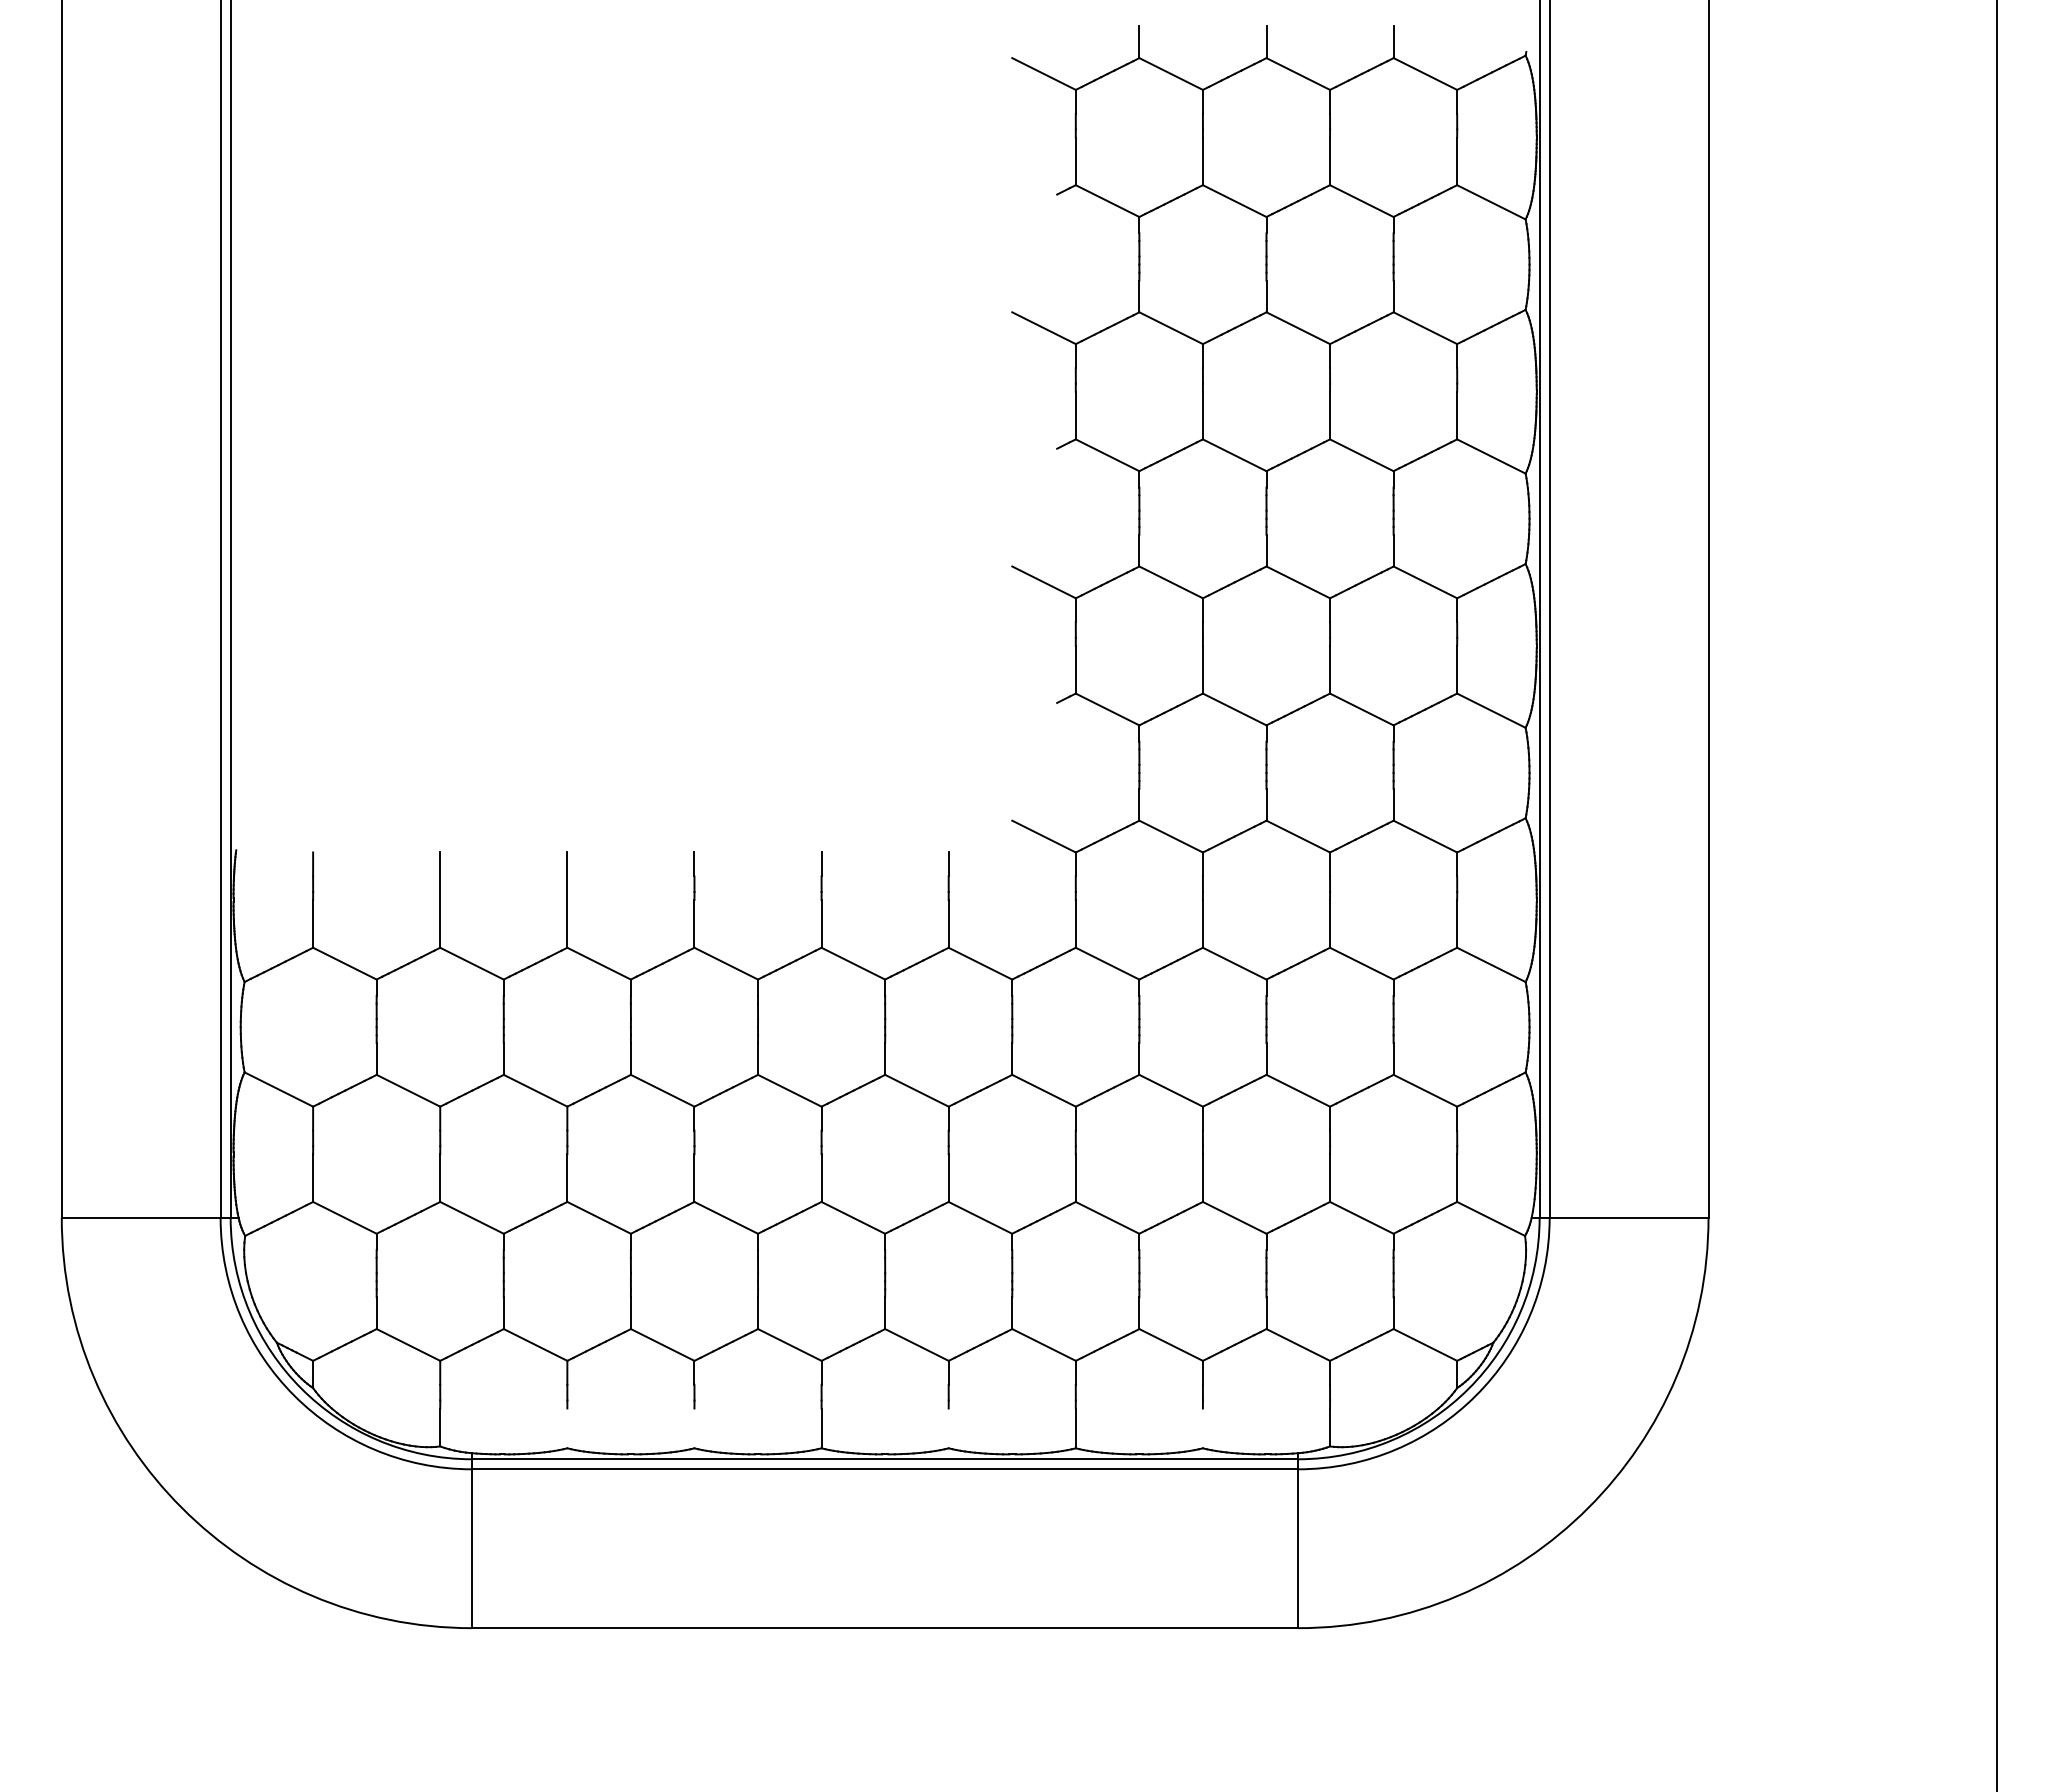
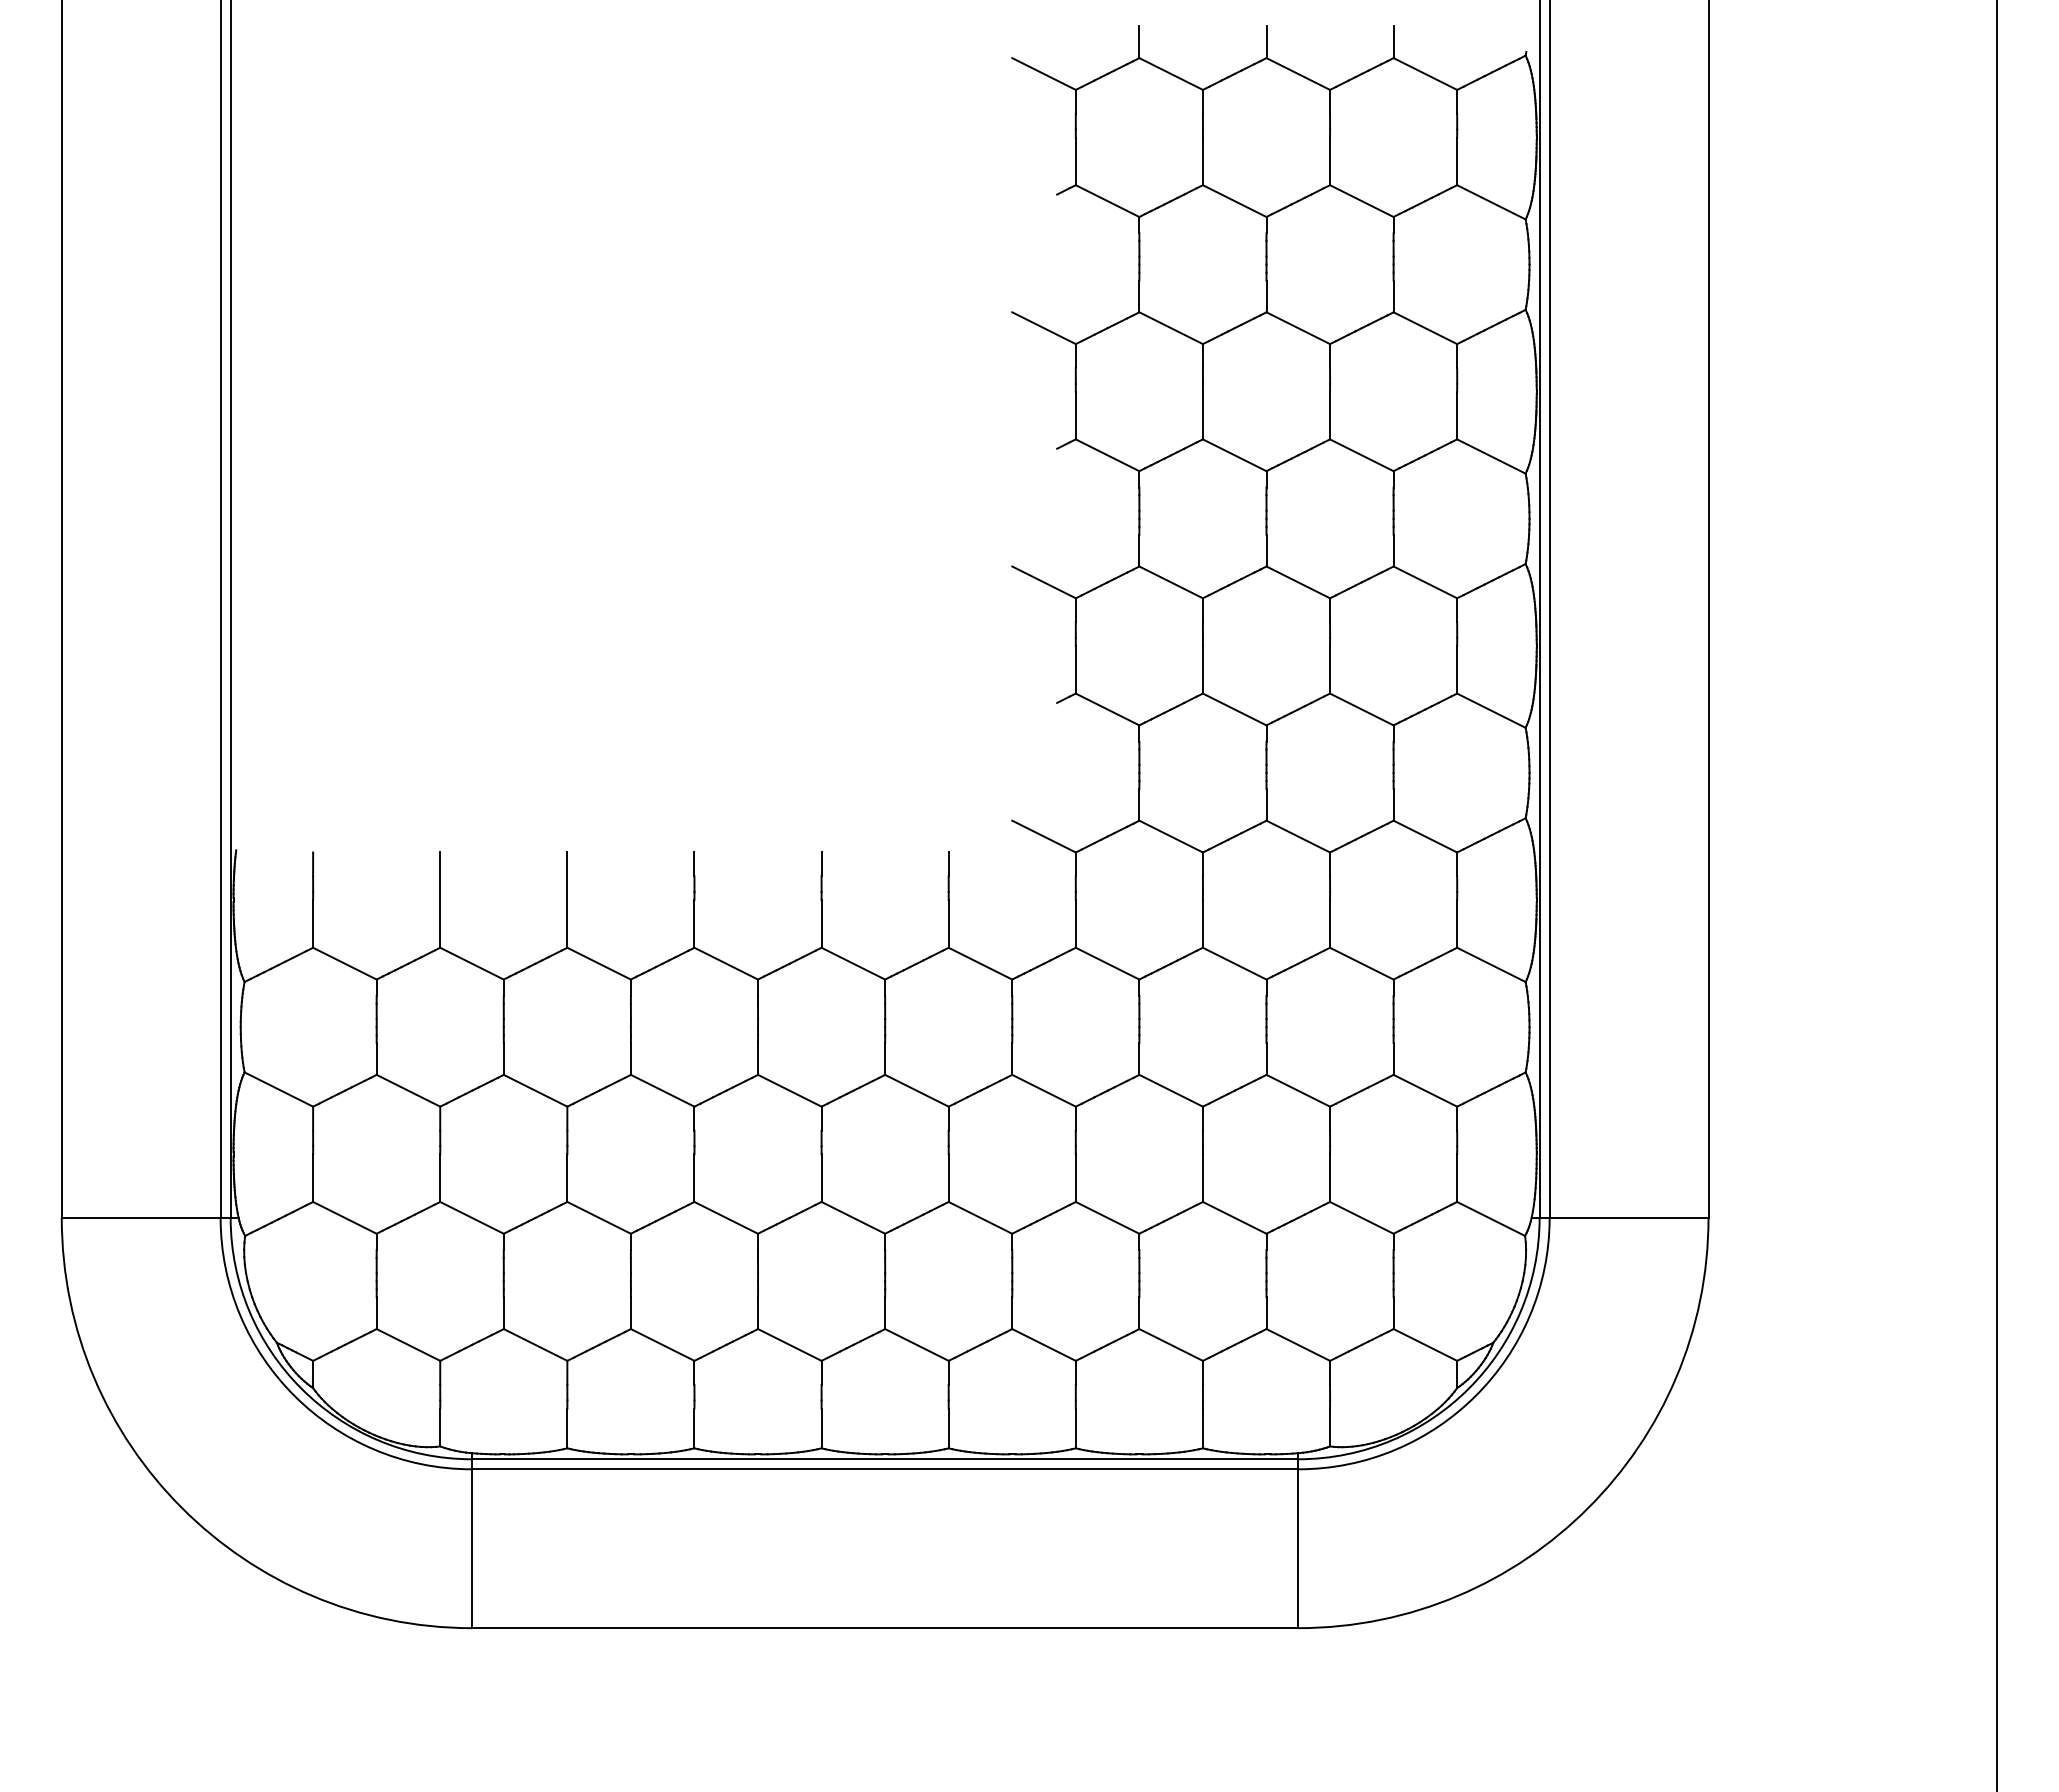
line at (567, 1428): none -> present
line at (694, 1428): none -> present
line at (948, 1428): none -> present
line at (1202, 1428): none -> present
